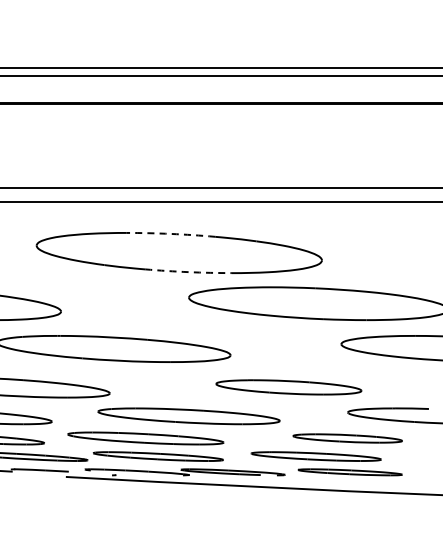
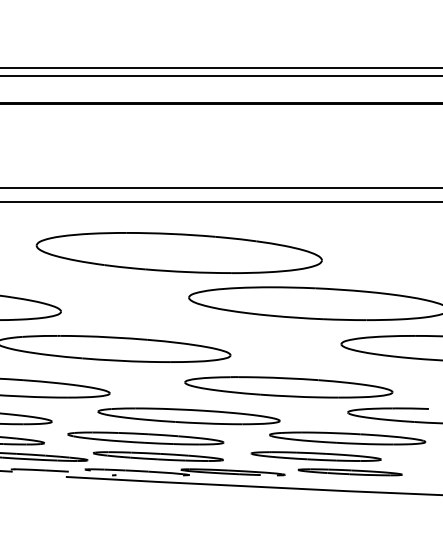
arc at (171, 233): dashed -> solid
arc at (188, 272): dashed -> solid
part at (288, 387) size: 148x17 px -> 210x23 px
part at (347, 438) size: 111x11 px -> 158x15 px
